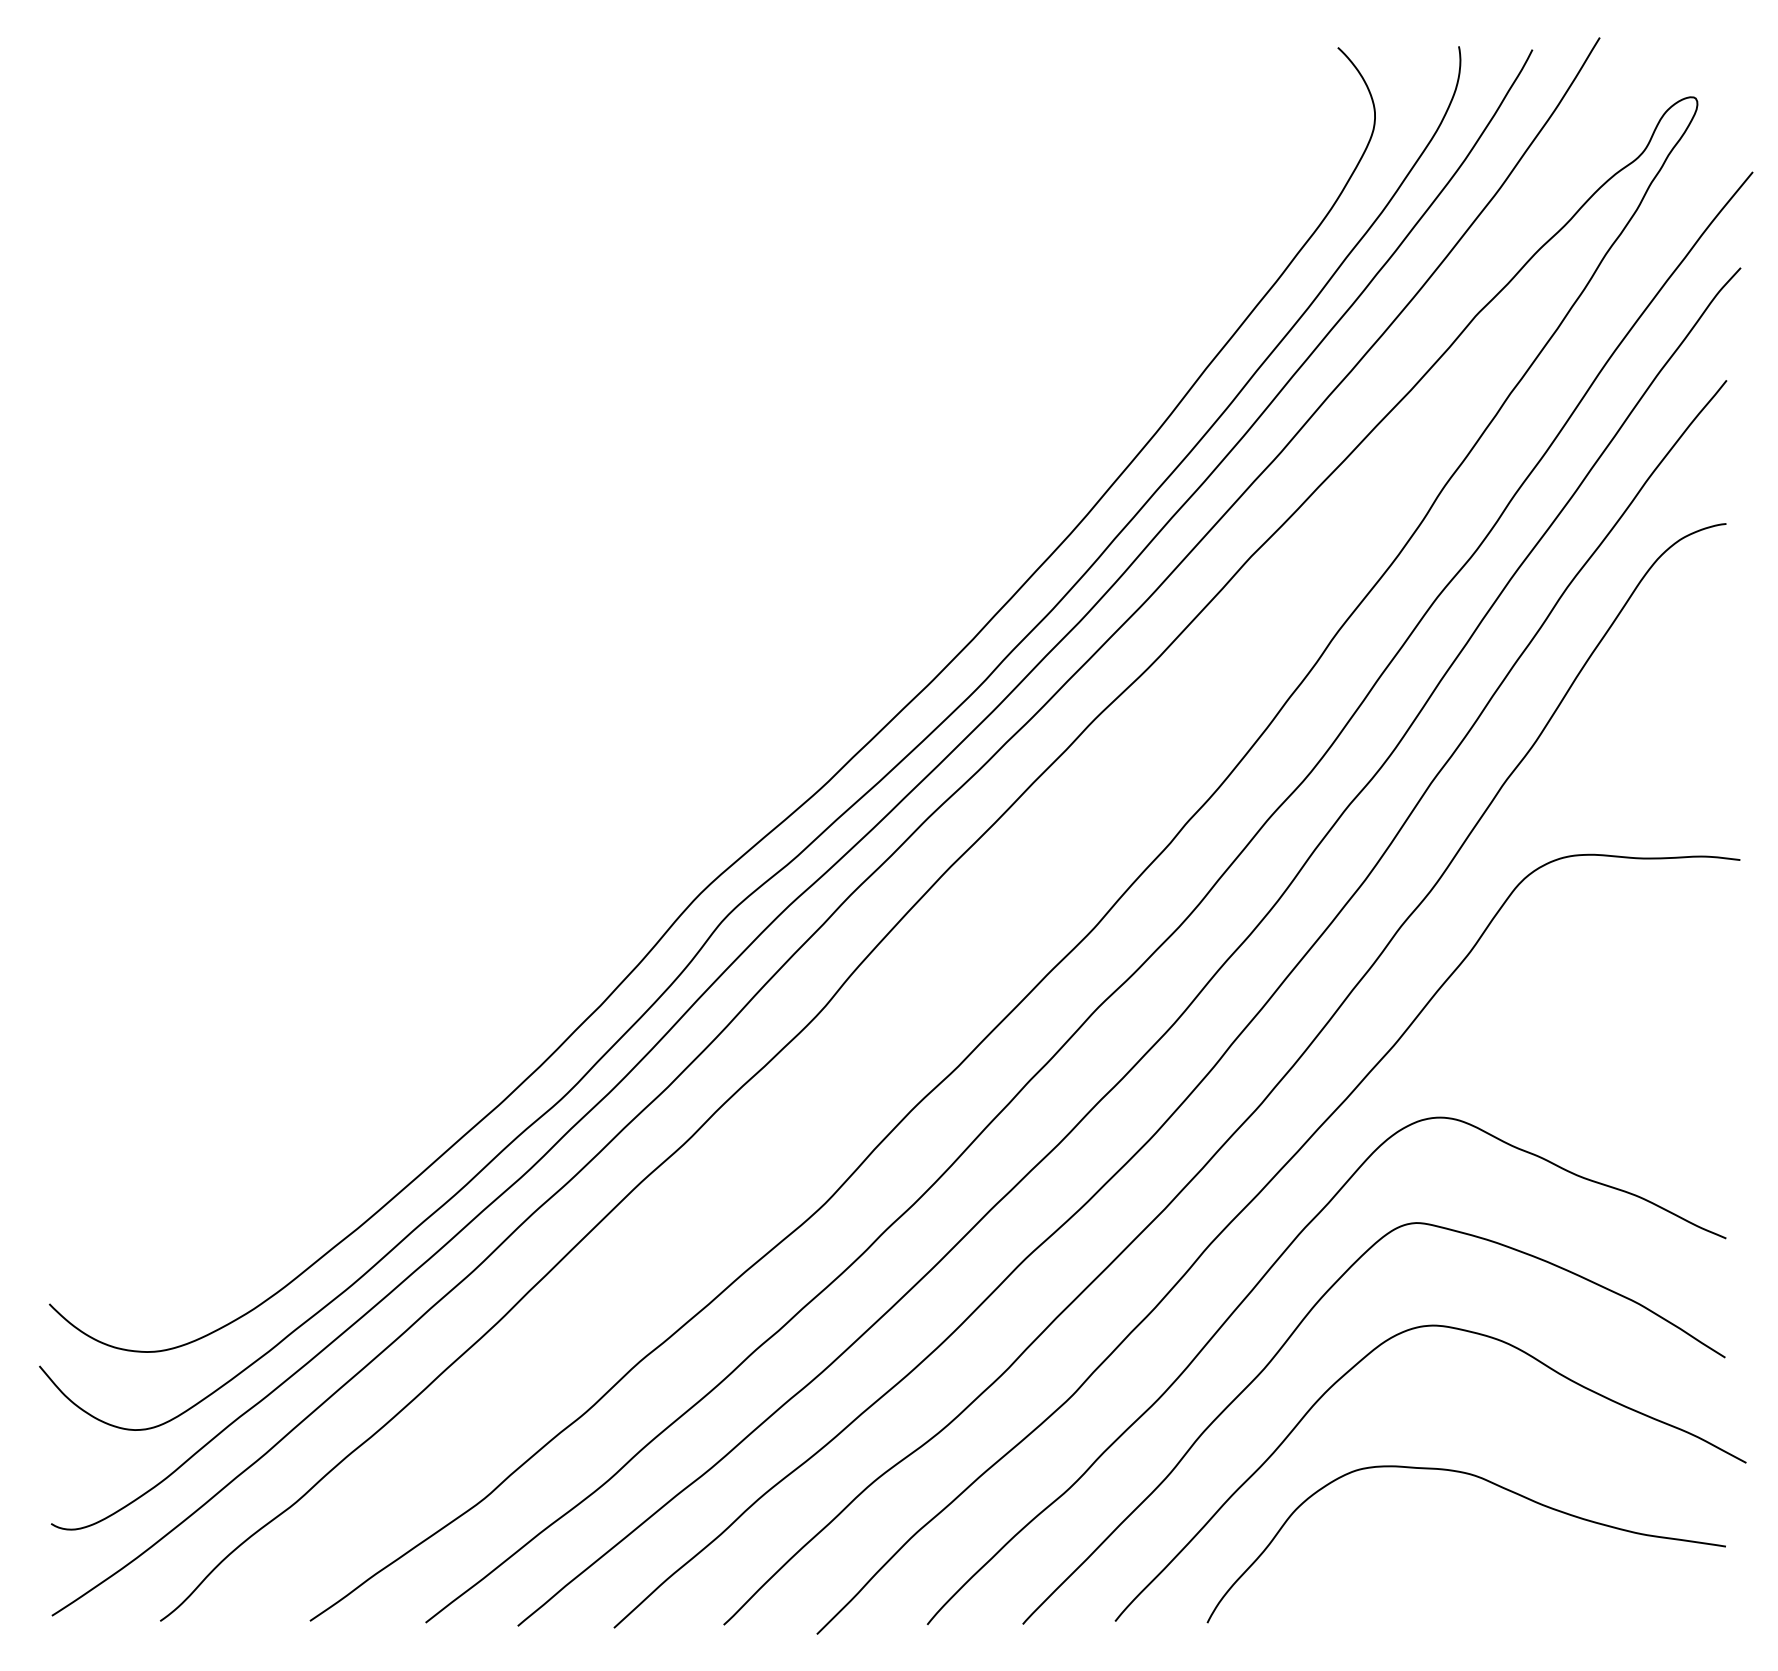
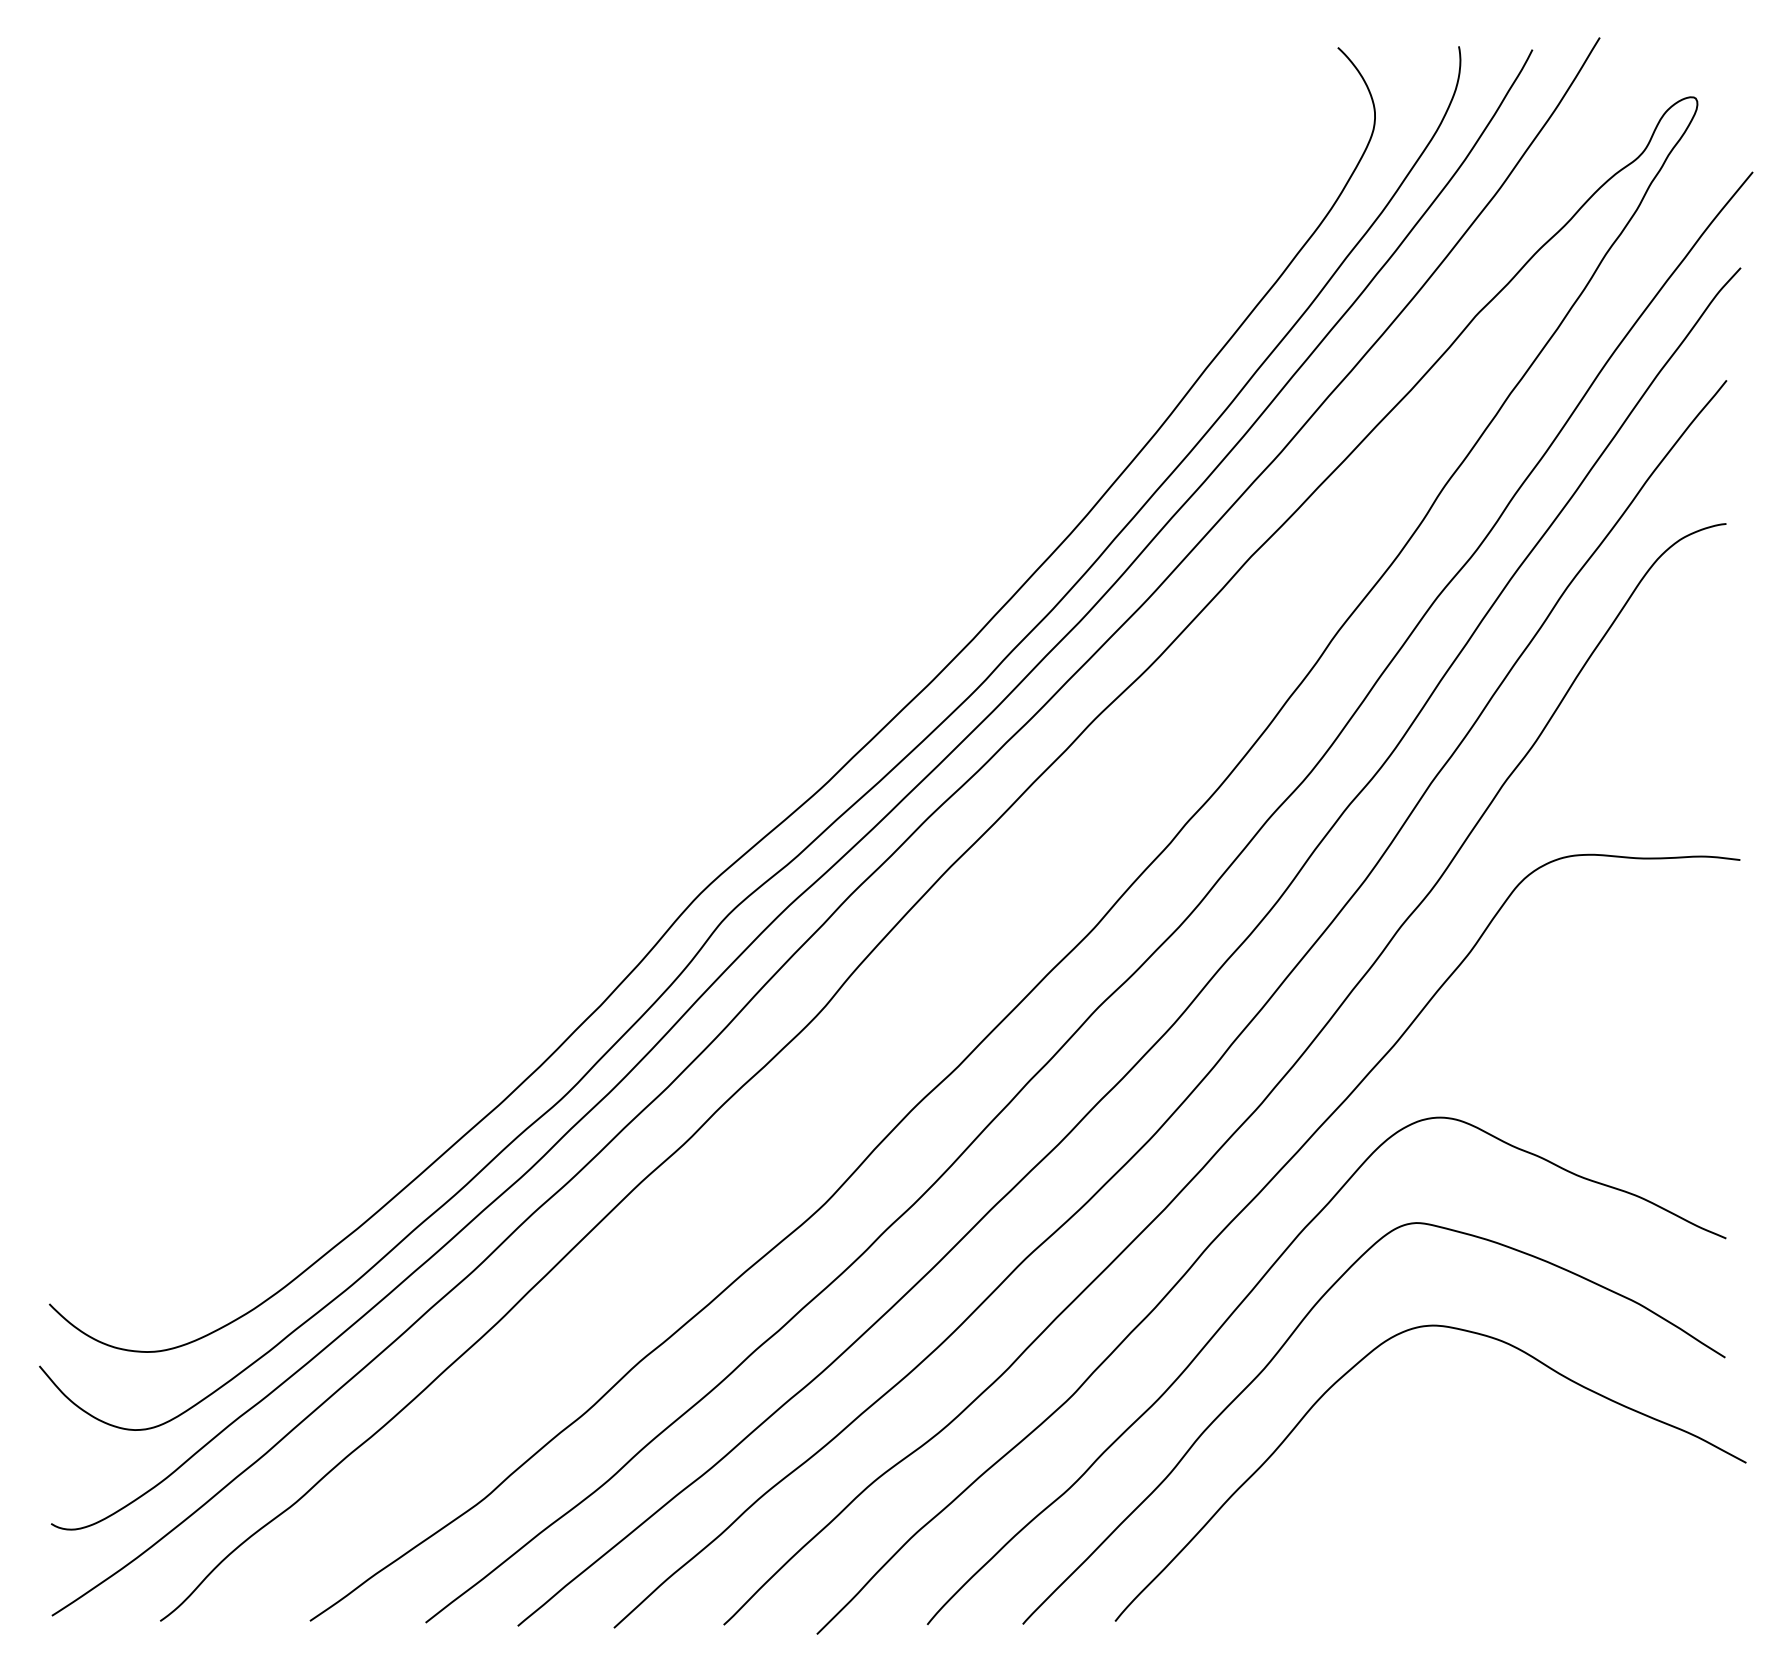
curve at (1490, 1483): present -> none
